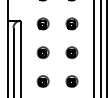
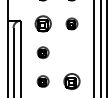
part at (42, 23) size: 14x14 px -> 18x18 px
part at (71, 52): present -> none
part at (71, 81) size: 14x13 px -> 18x18 px
